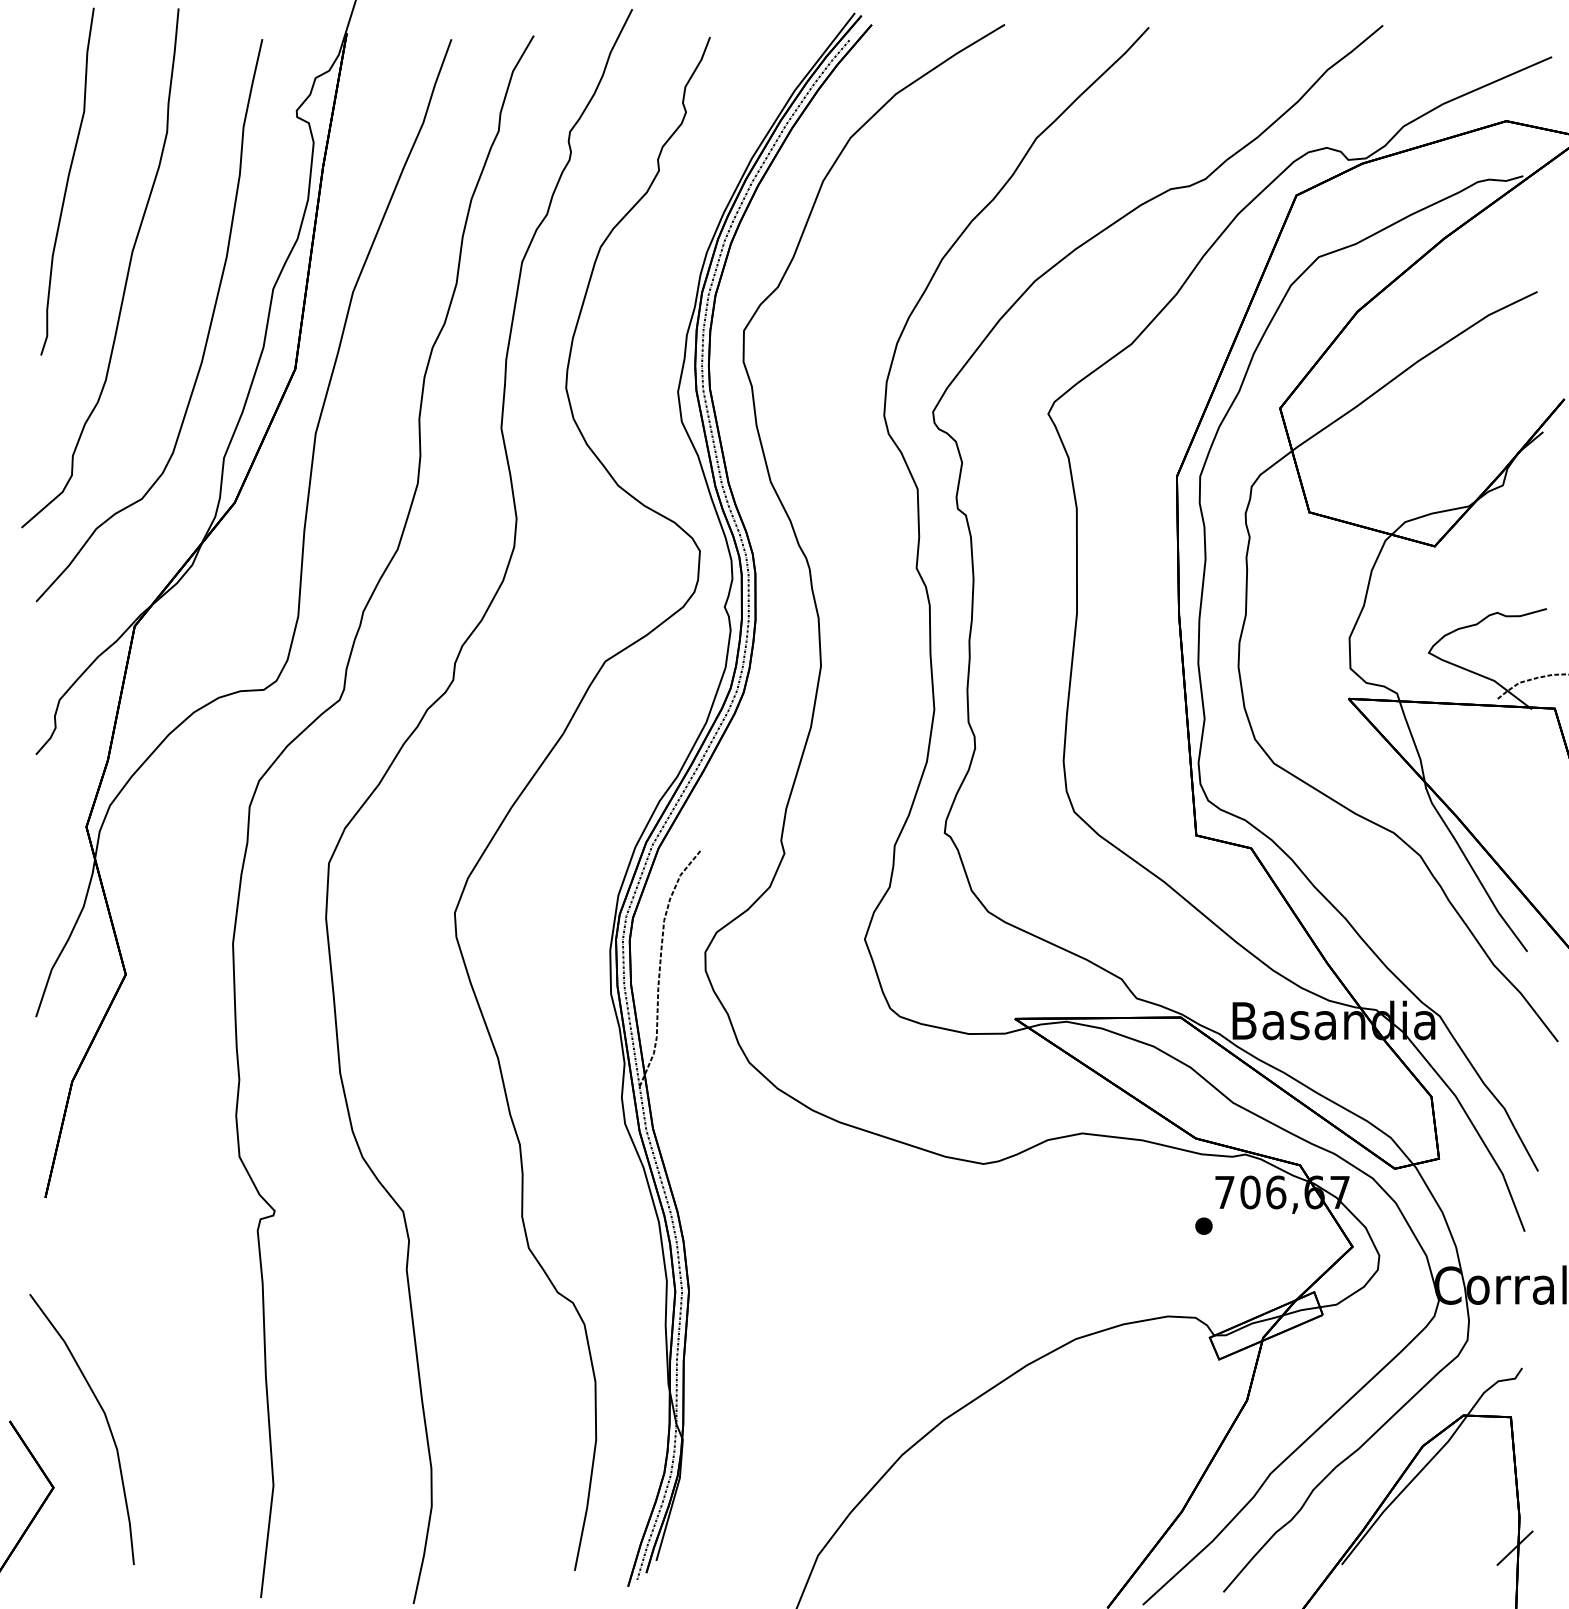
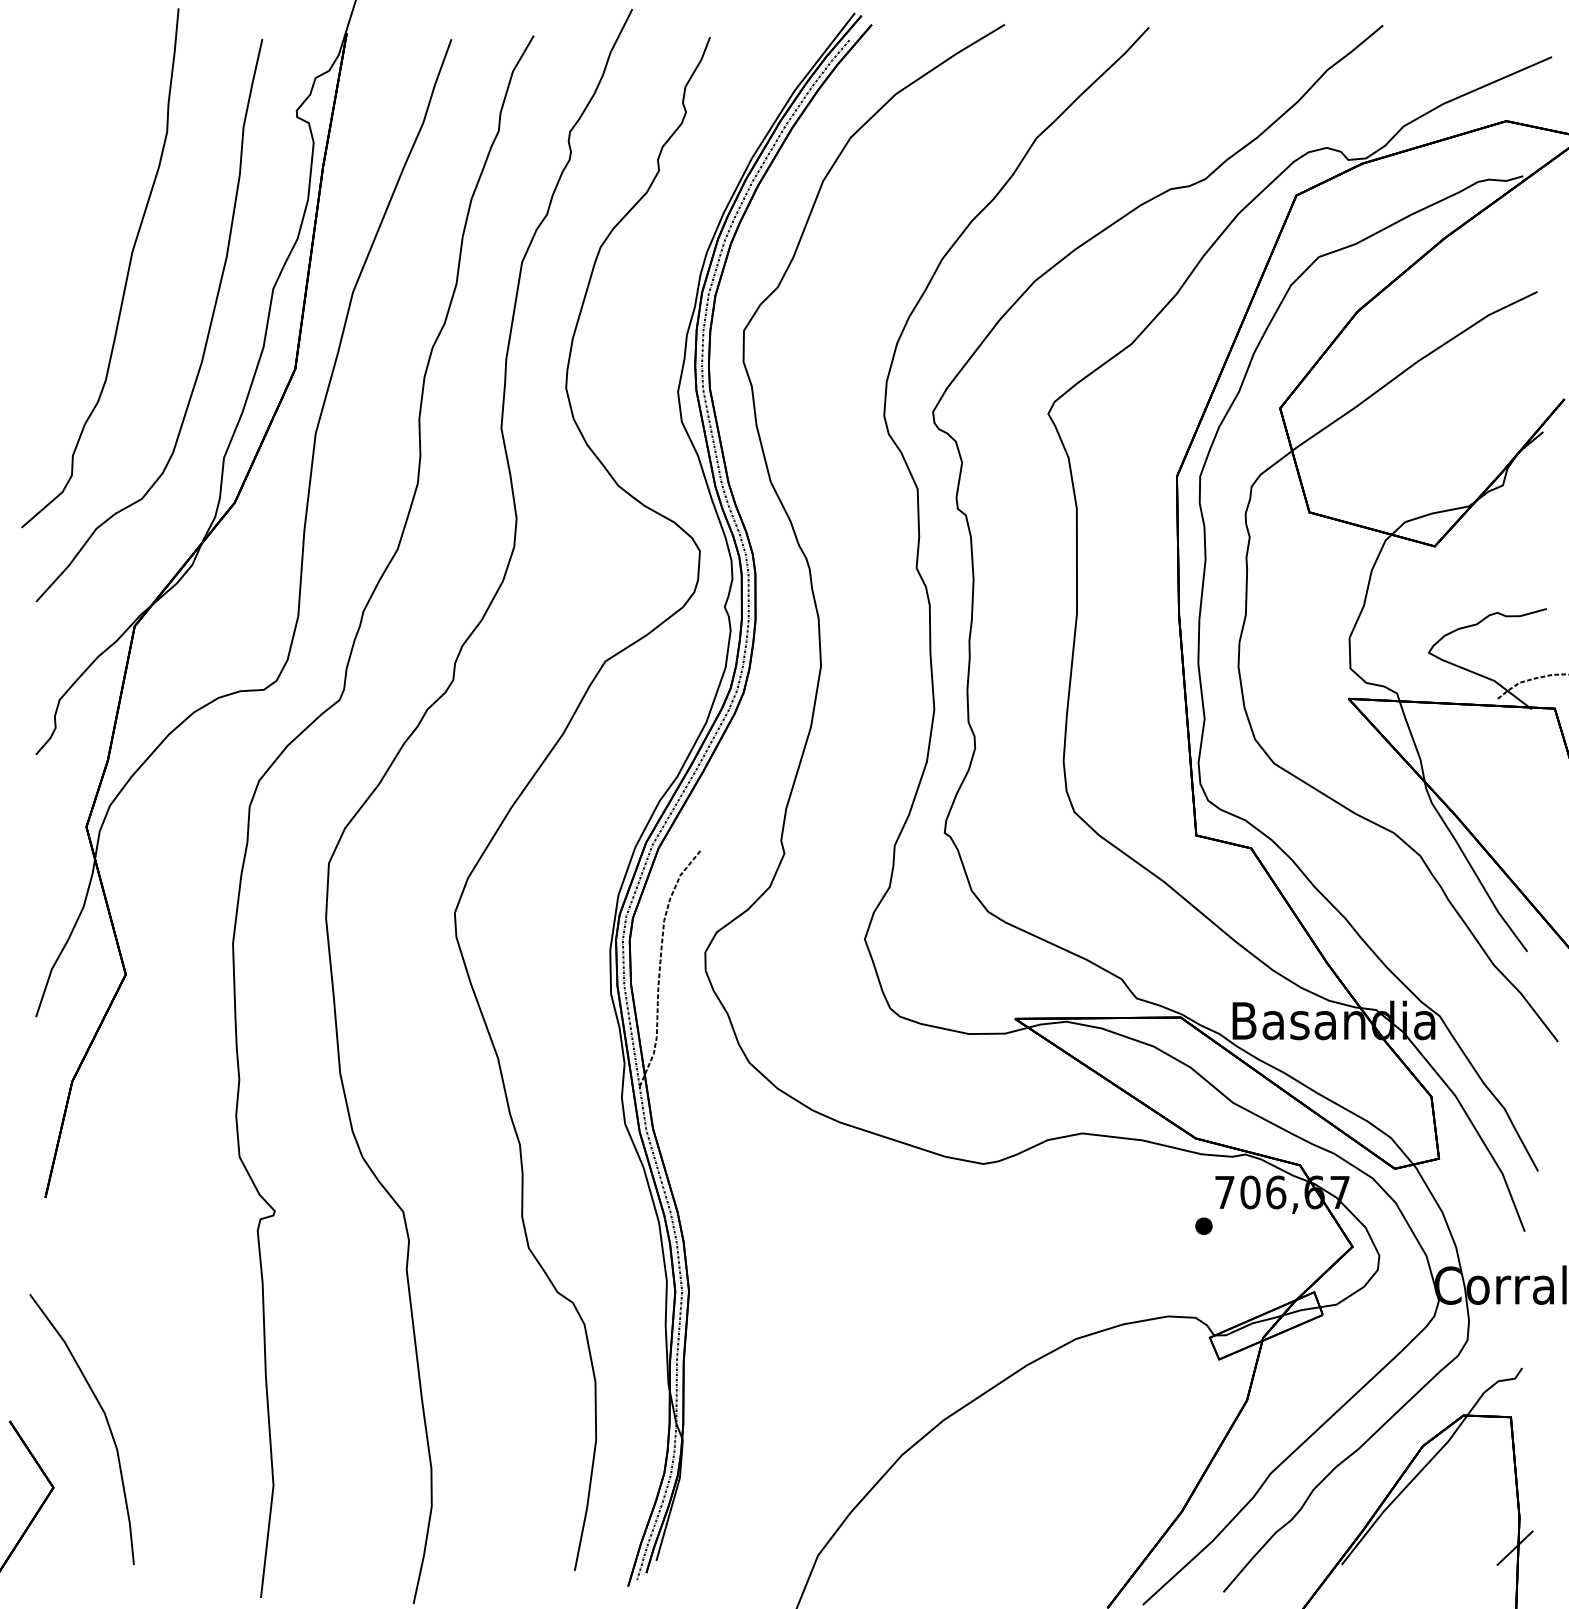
curve at (67, 181): present -> none
